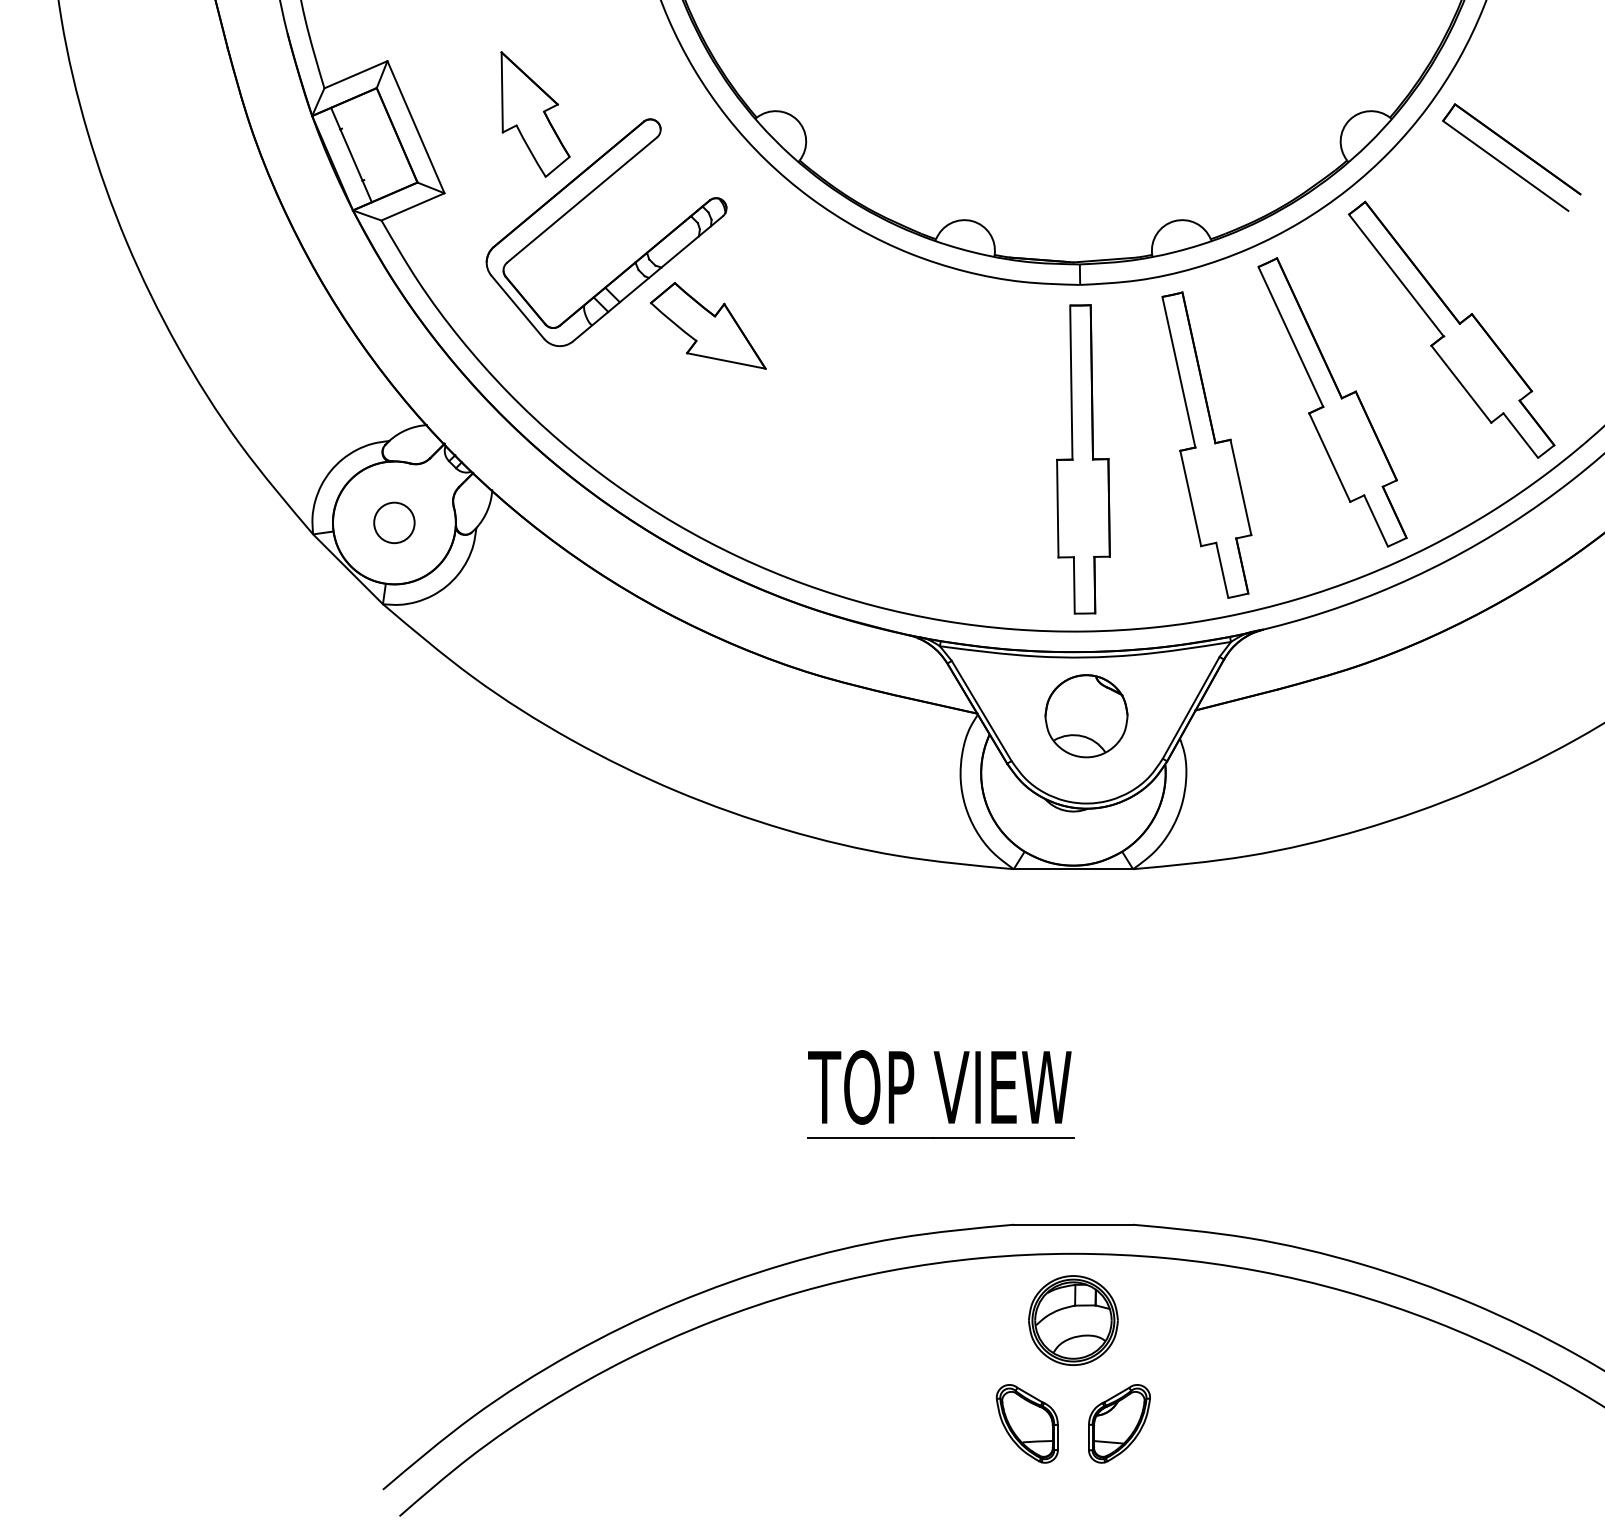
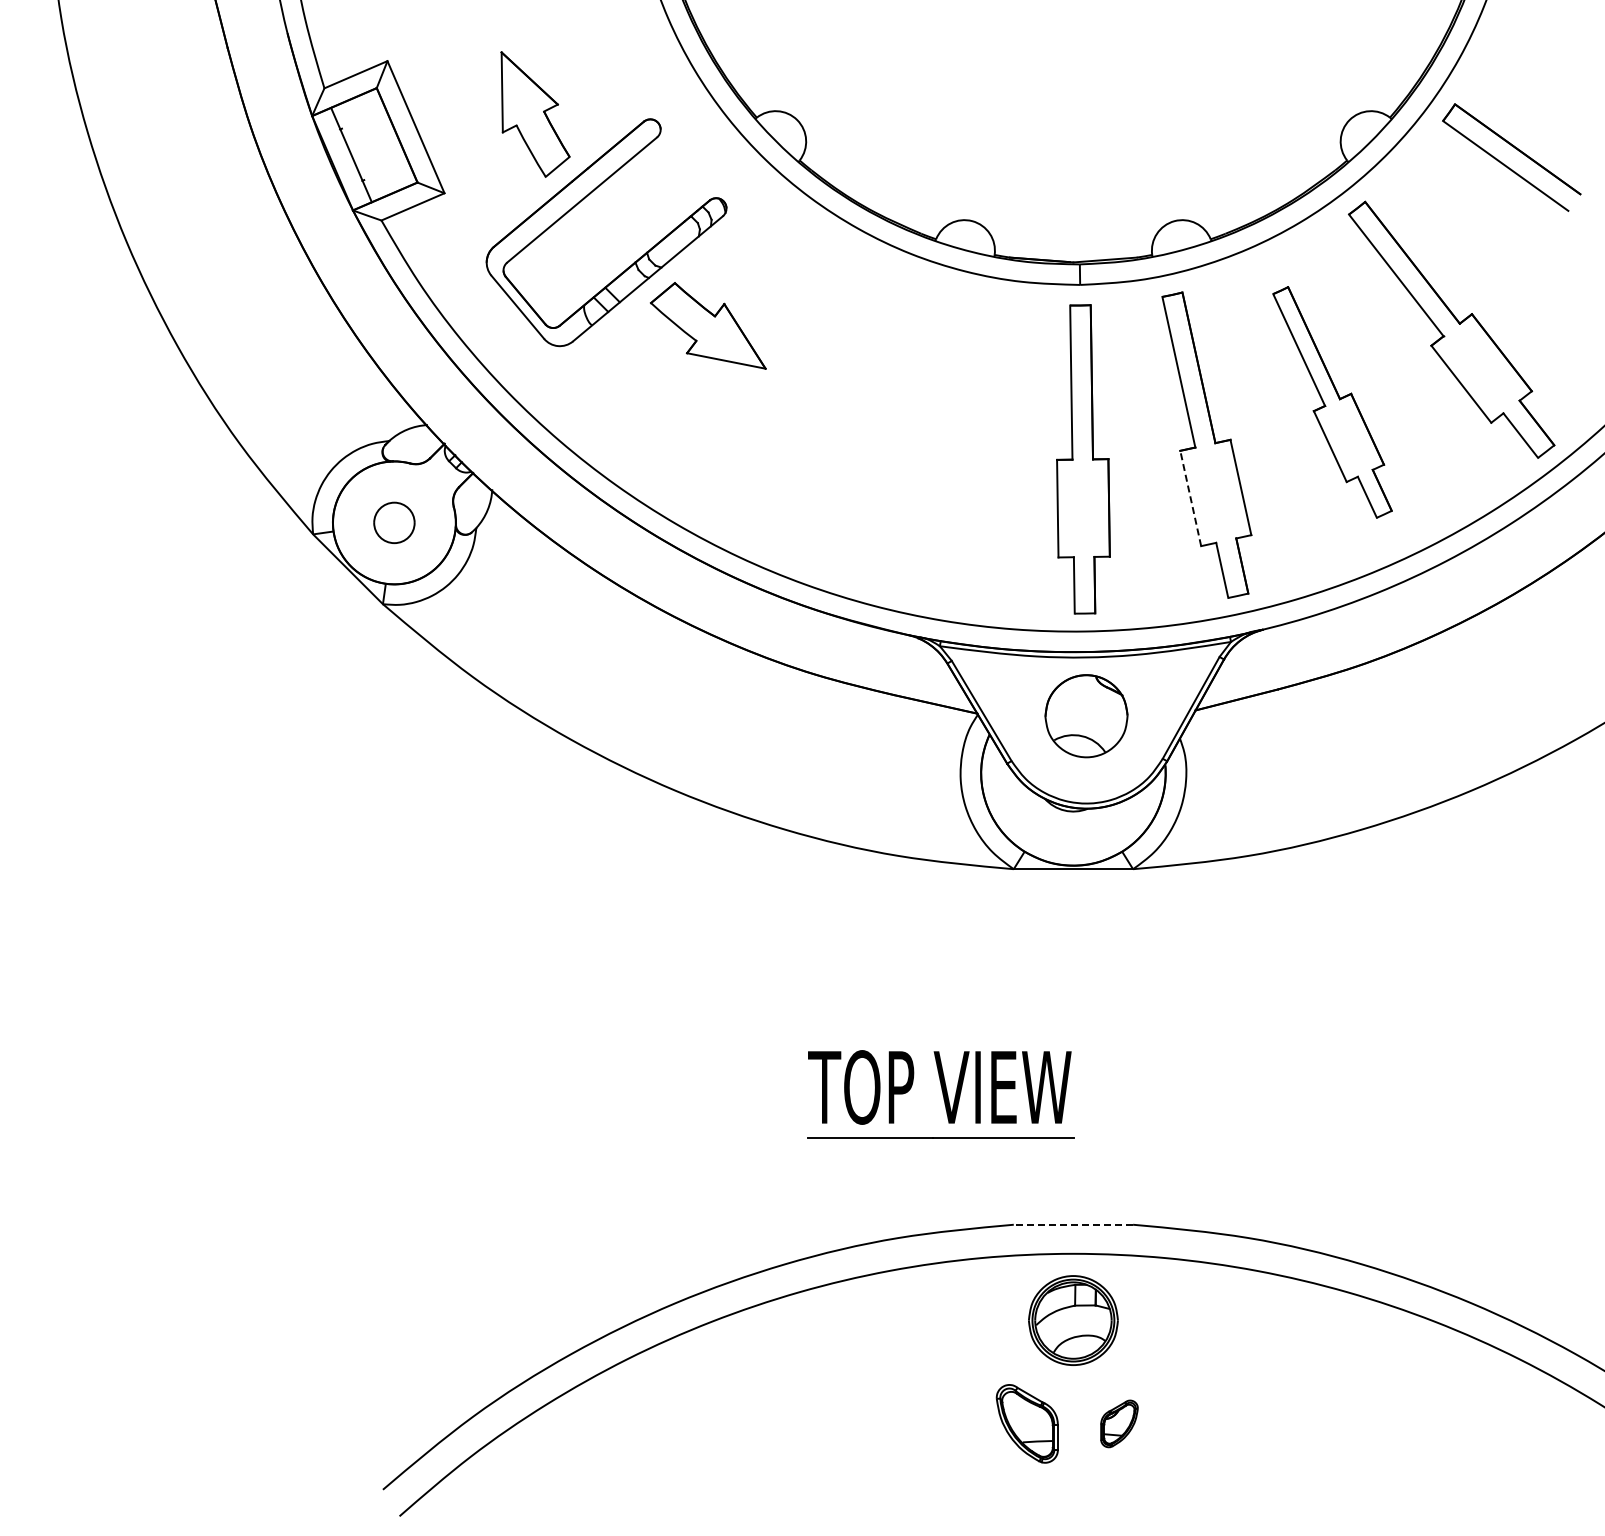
part at (1332, 402) size: 151x291 px -> 121x233 px
line at (1190, 498): solid -> dashed
line at (1073, 1224): solid -> dashed
part at (1119, 1423) size: 63x80 px -> 39x50 px
